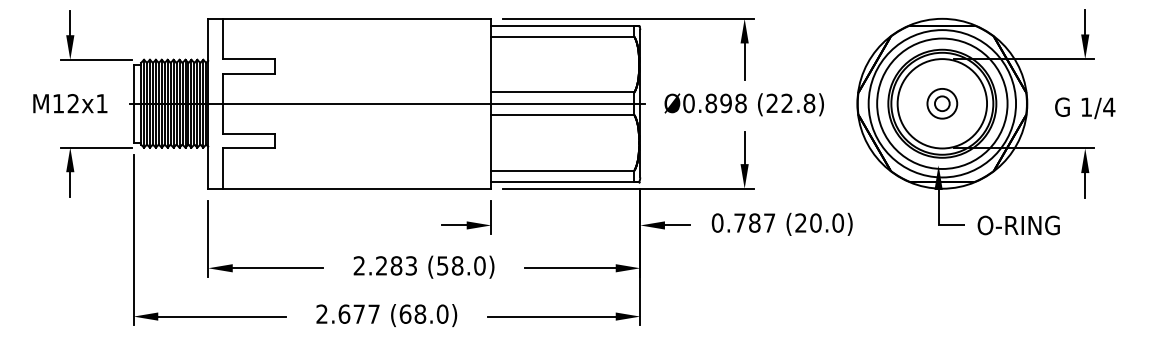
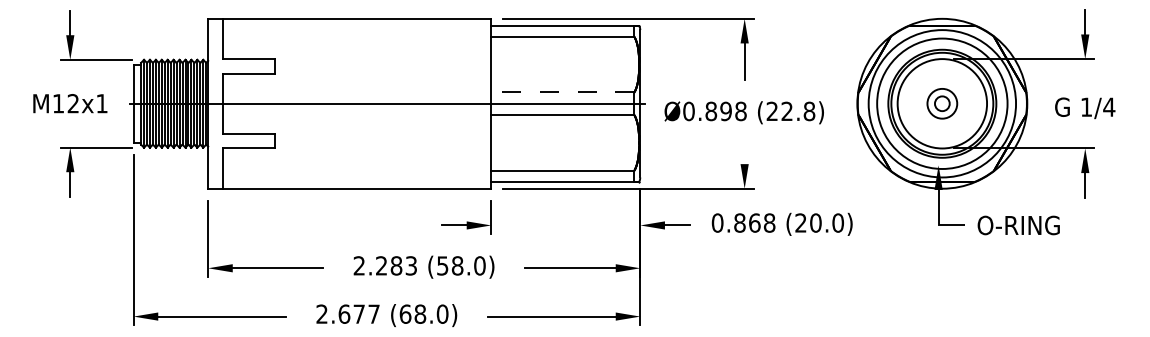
line at (562, 92): solid -> dashed
text at (743, 104) position: (743, 104) -> (743, 112)
line at (744, 148): present -> none
text at (754, 222): 0.787 -> 0.868
